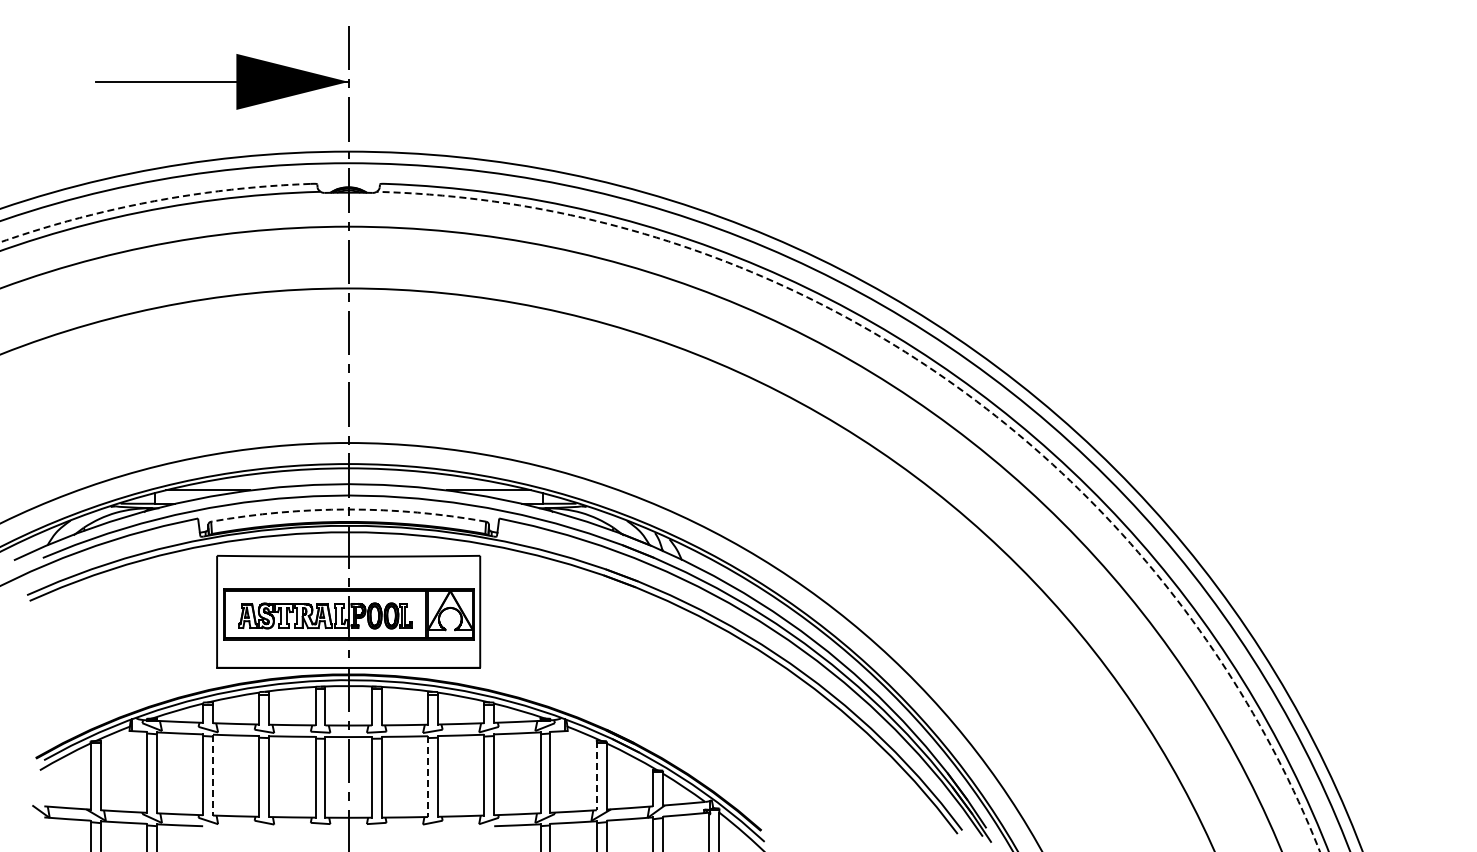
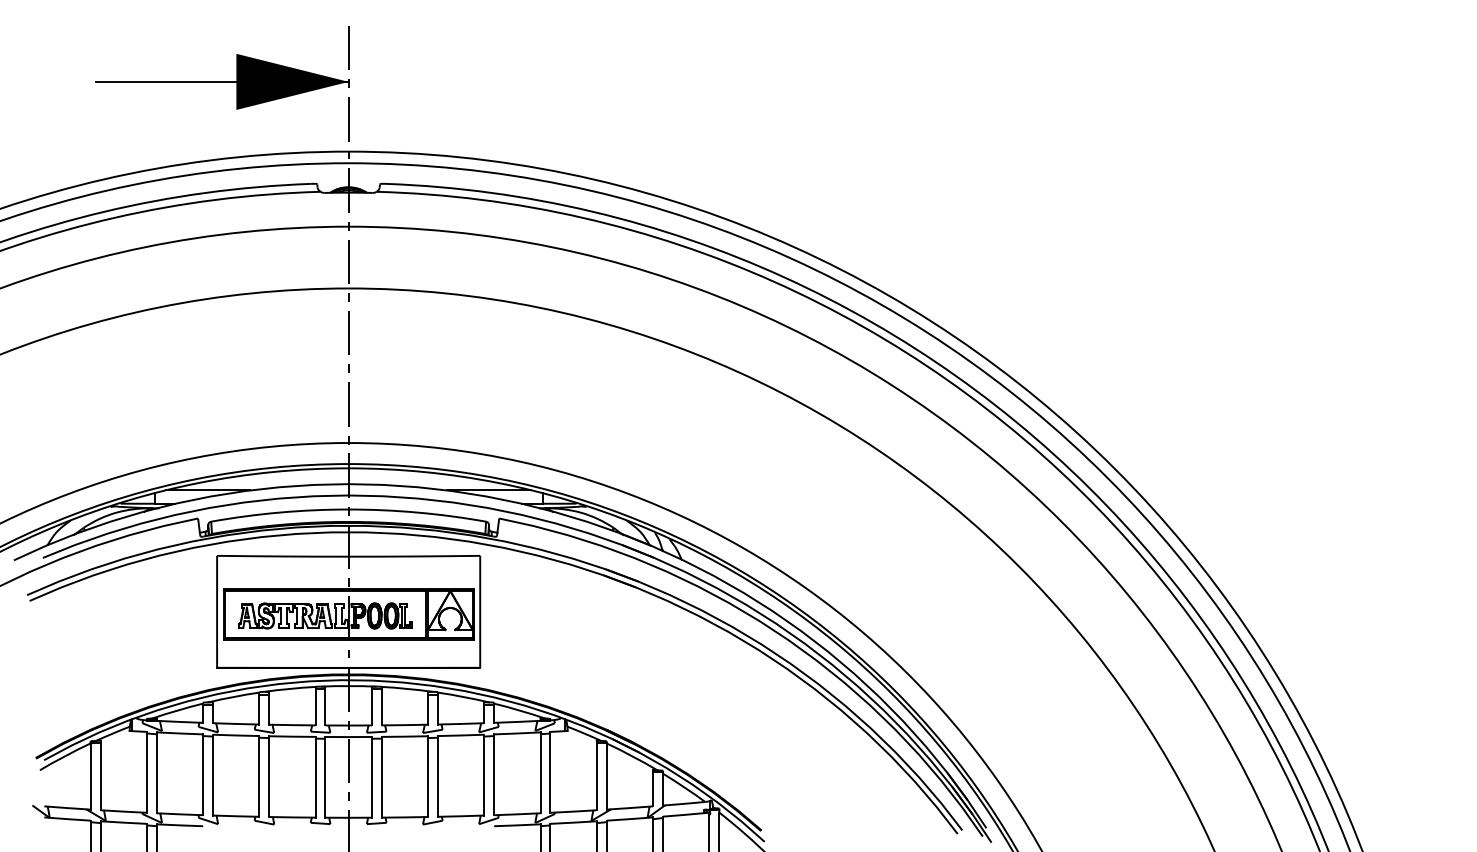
arc at (152, 201): dashed -> solid
arc at (945, 379): dashed -> solid
arc at (348, 509): dashed -> solid
line at (212, 775): dashed -> solid
line at (596, 775): dashed -> solid
line at (428, 777): dashed -> solid
